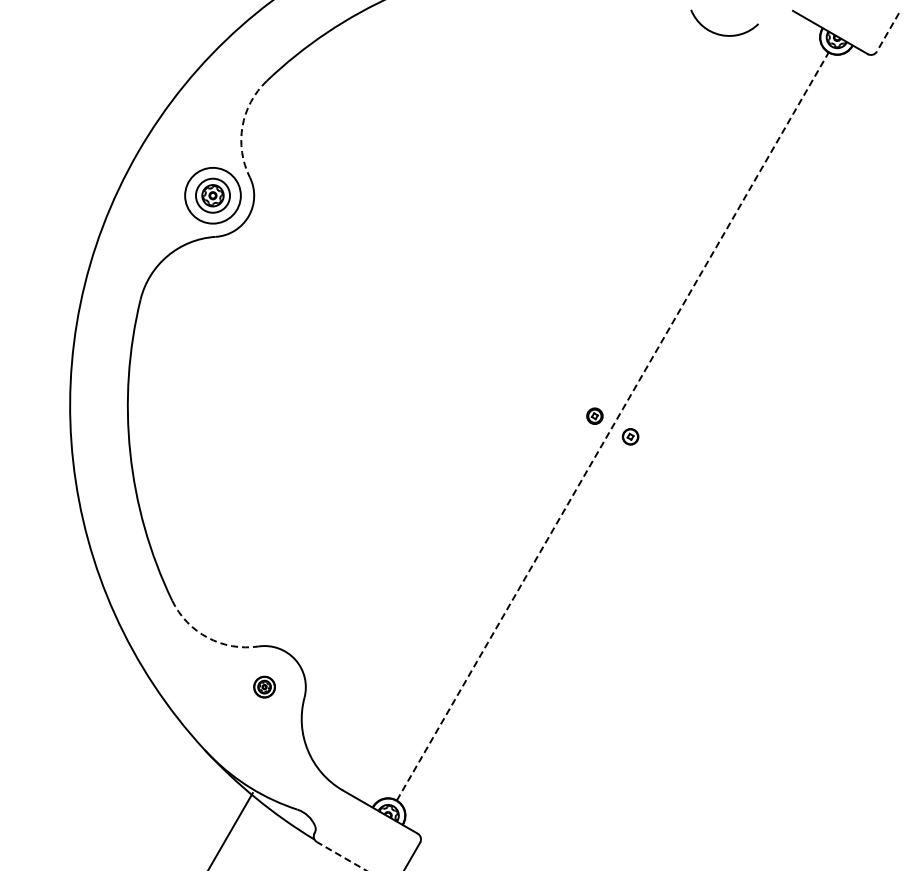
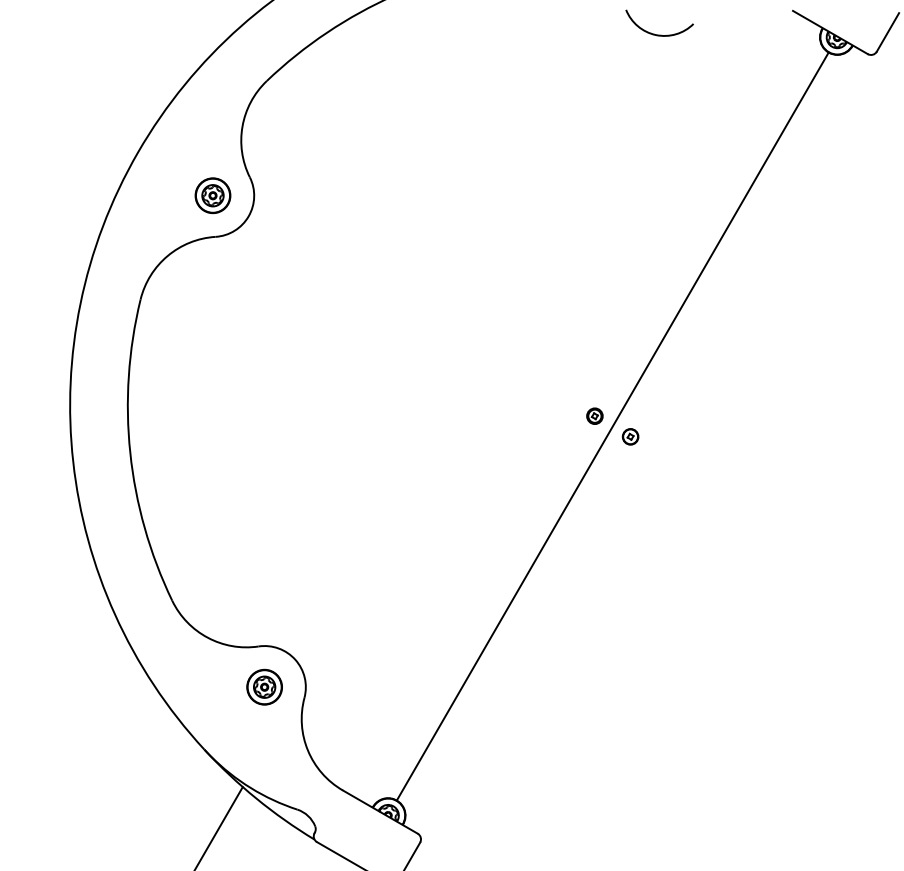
line at (887, 32): dashed -> solid
arc at (724, 34) position: (724, 34) -> (659, 34)
arc at (242, 126): dashed -> solid
circle at (212, 195) diameter: 56 px -> 35 px
line at (612, 426): dashed -> solid
arc at (207, 637): dashed -> solid
part at (264, 686) size: 23x24 px -> 37x38 px
line at (230, 830) position: (230, 830) -> (219, 827)
line at (341, 856): dashed -> solid
